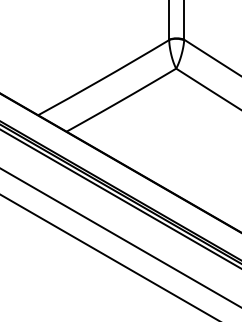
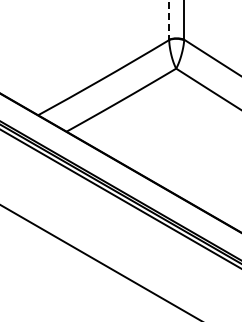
line at (169, 20): solid -> dashed
line at (120, 237): present -> none
line at (108, 256) position: (108, 256) -> (99, 262)
